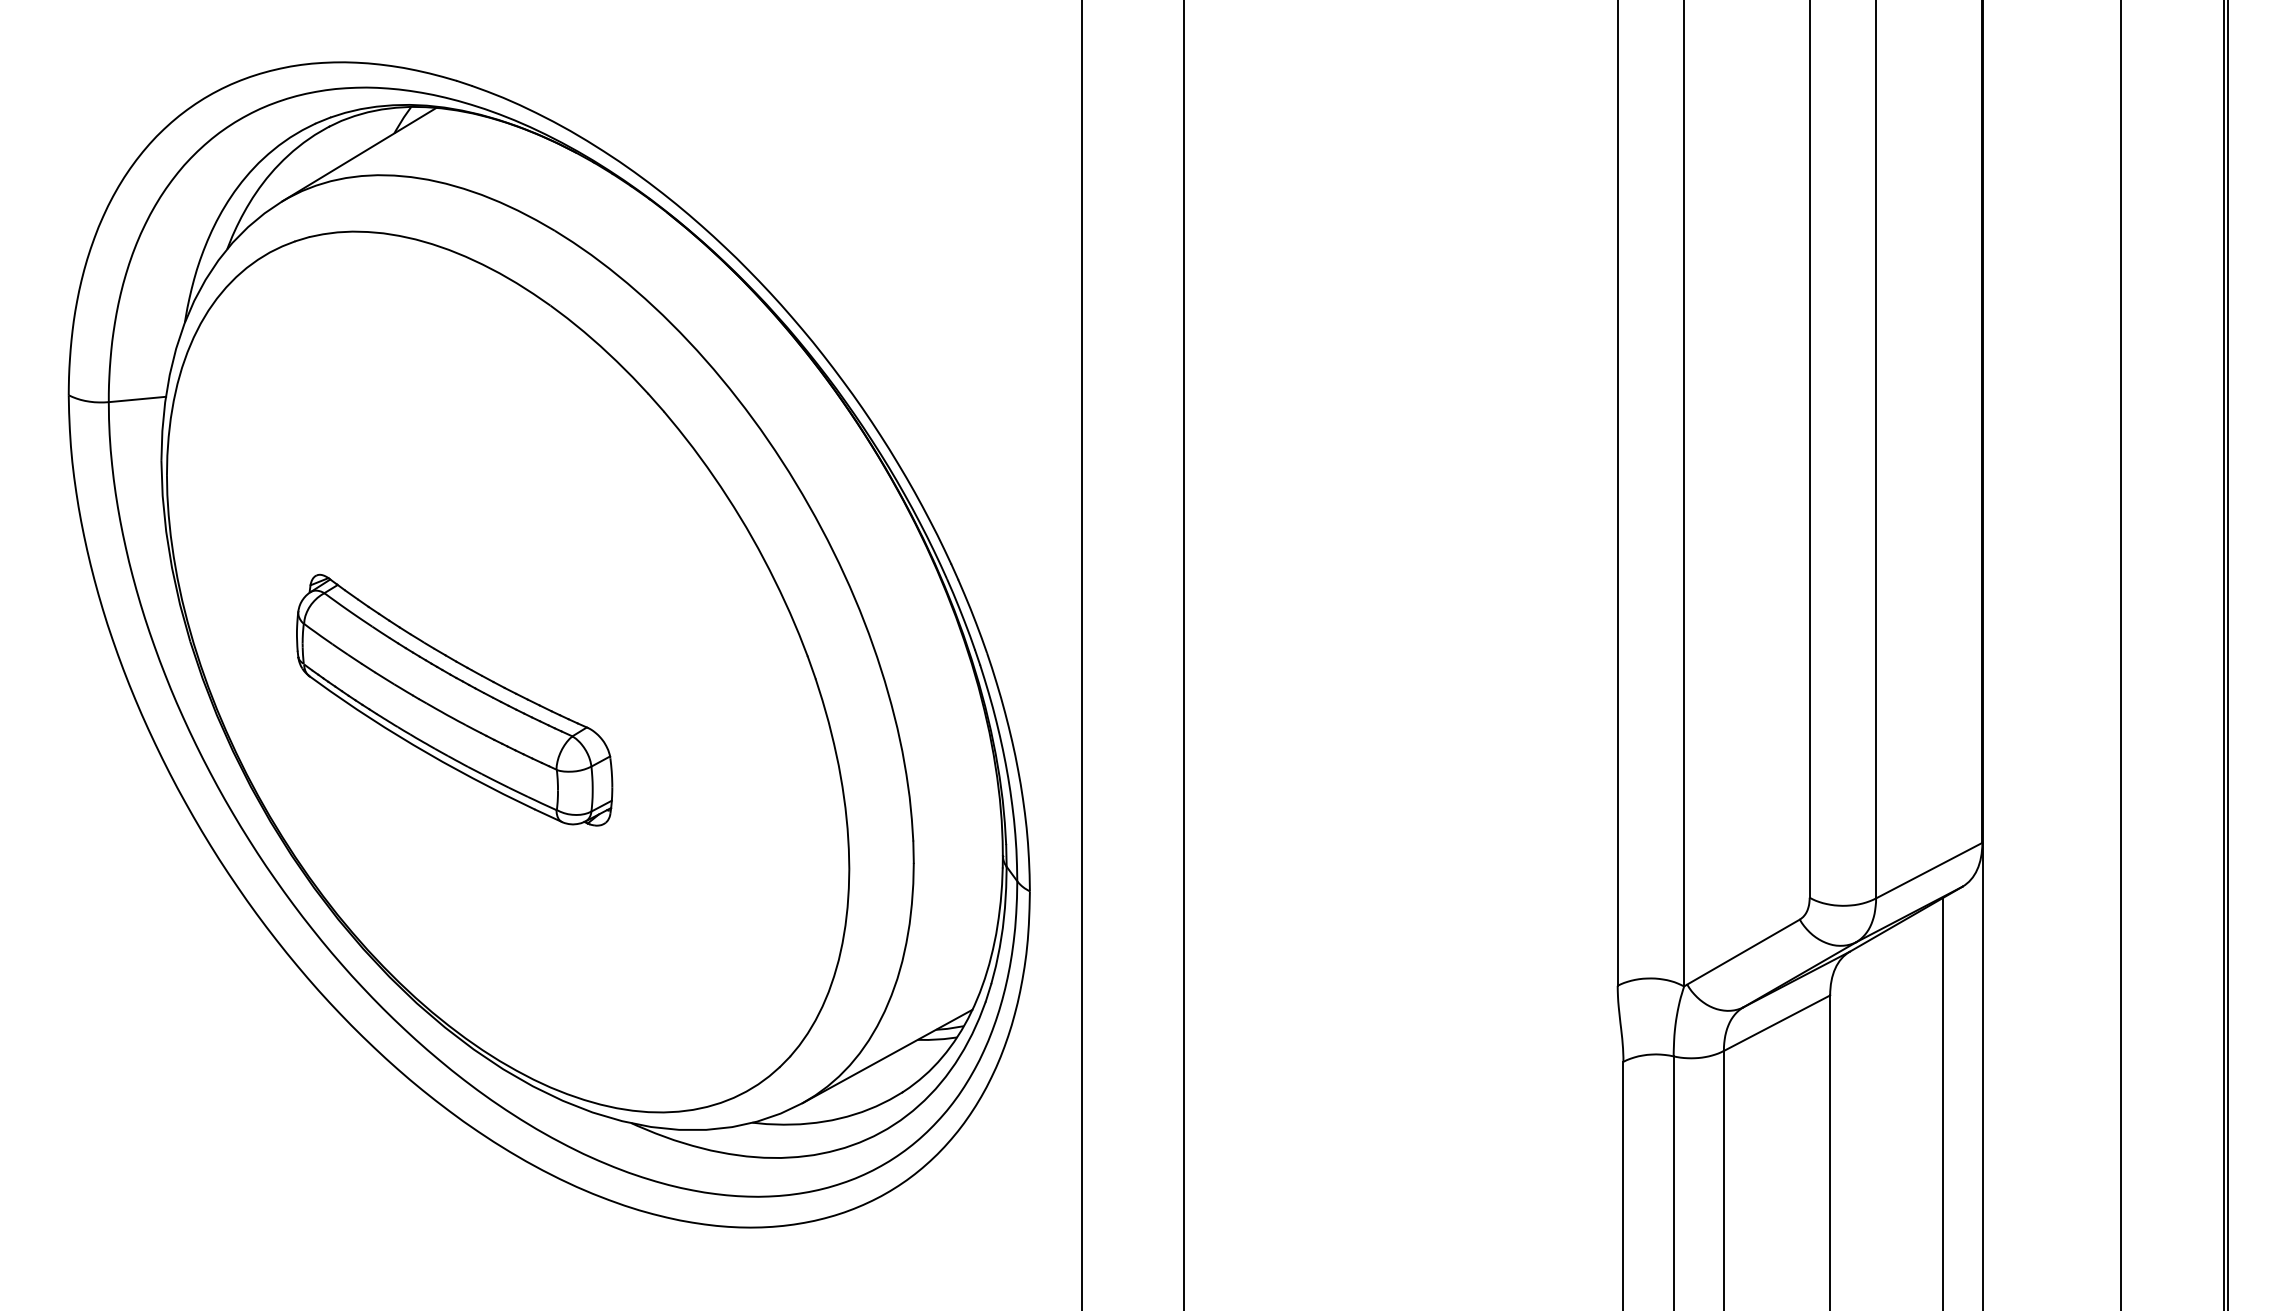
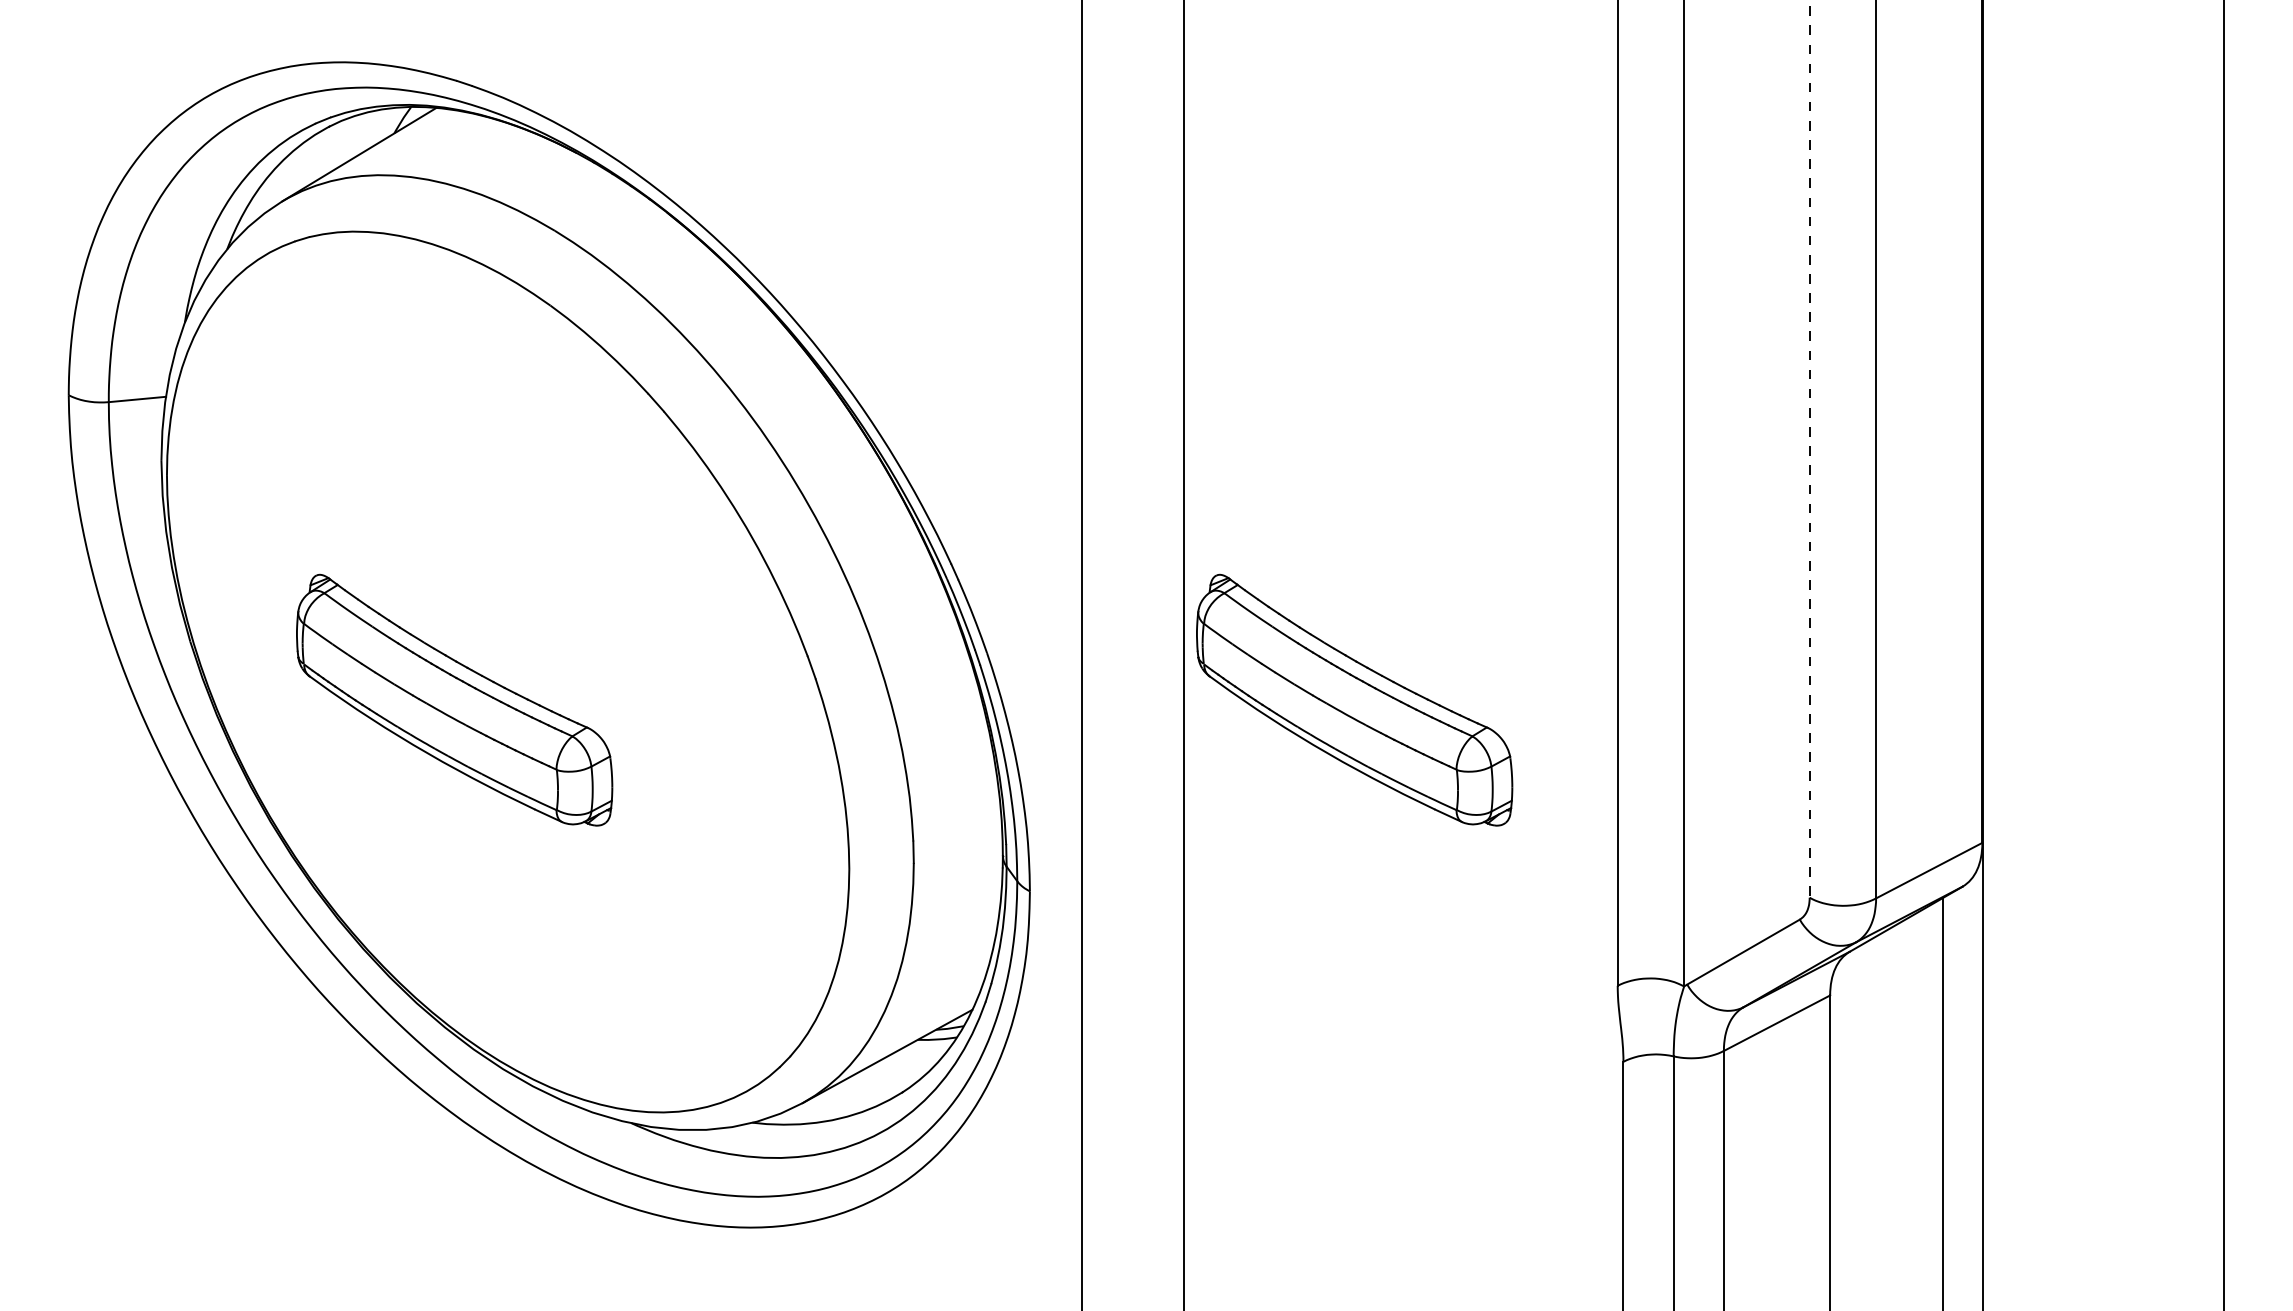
line at (1809, 449): solid -> dashed
line at (2121, 654): present -> none
line at (2228, 654): present -> none
part at (1354, 699): none -> present
